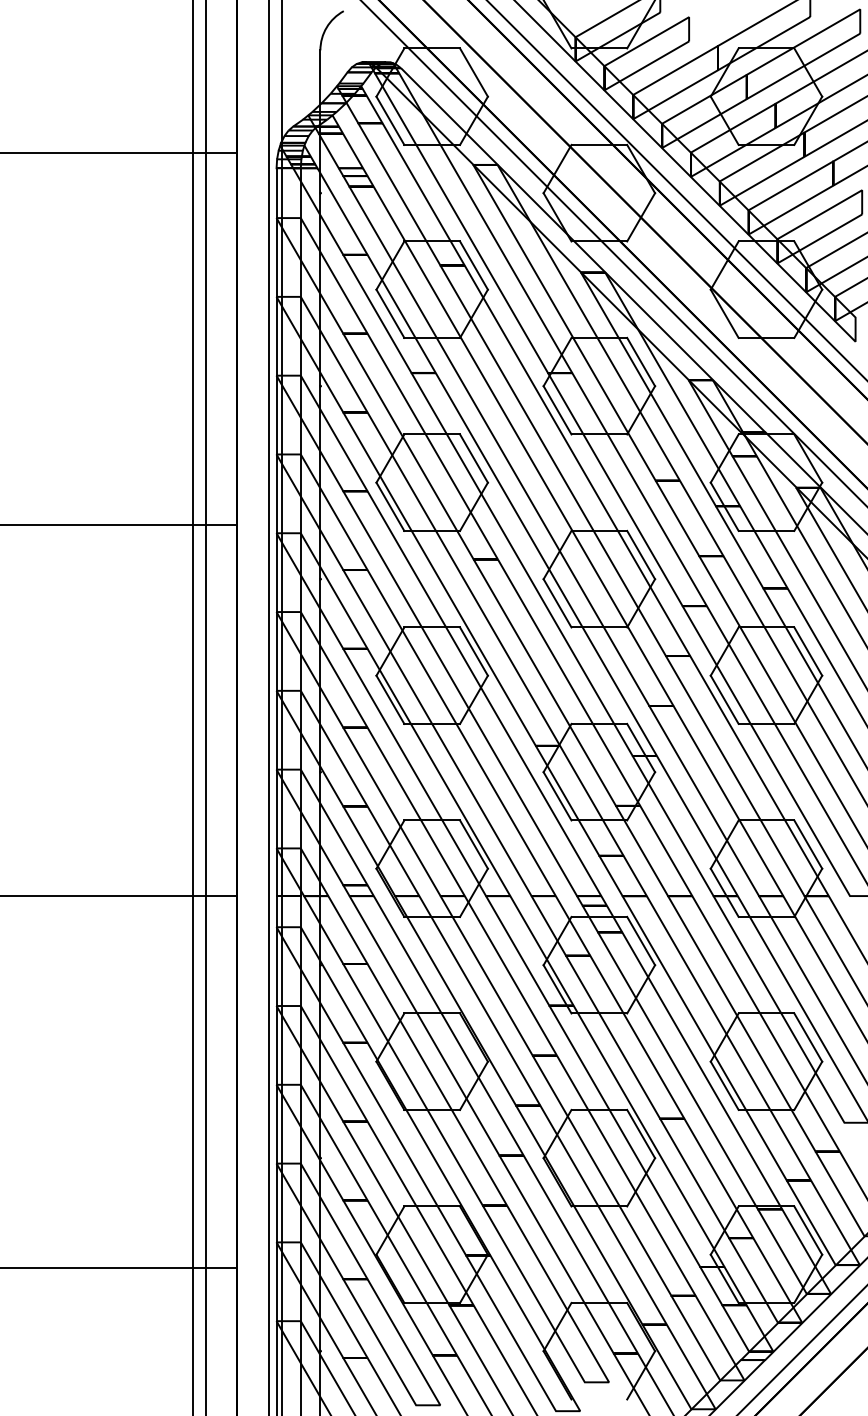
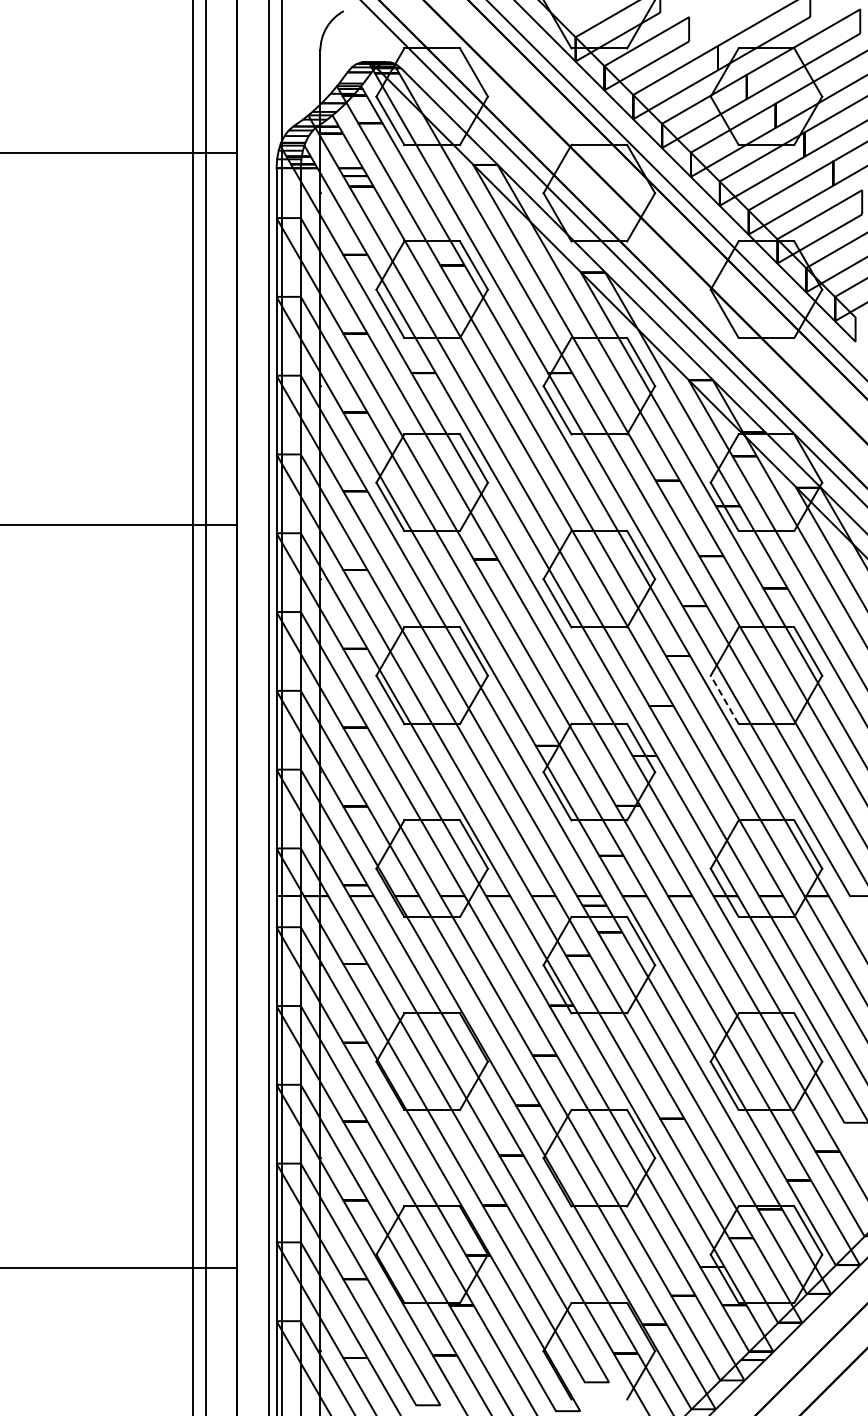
line at (724, 699): solid -> dashed
line at (119, 896): present -> none
line at (801, 1350): present -> none
